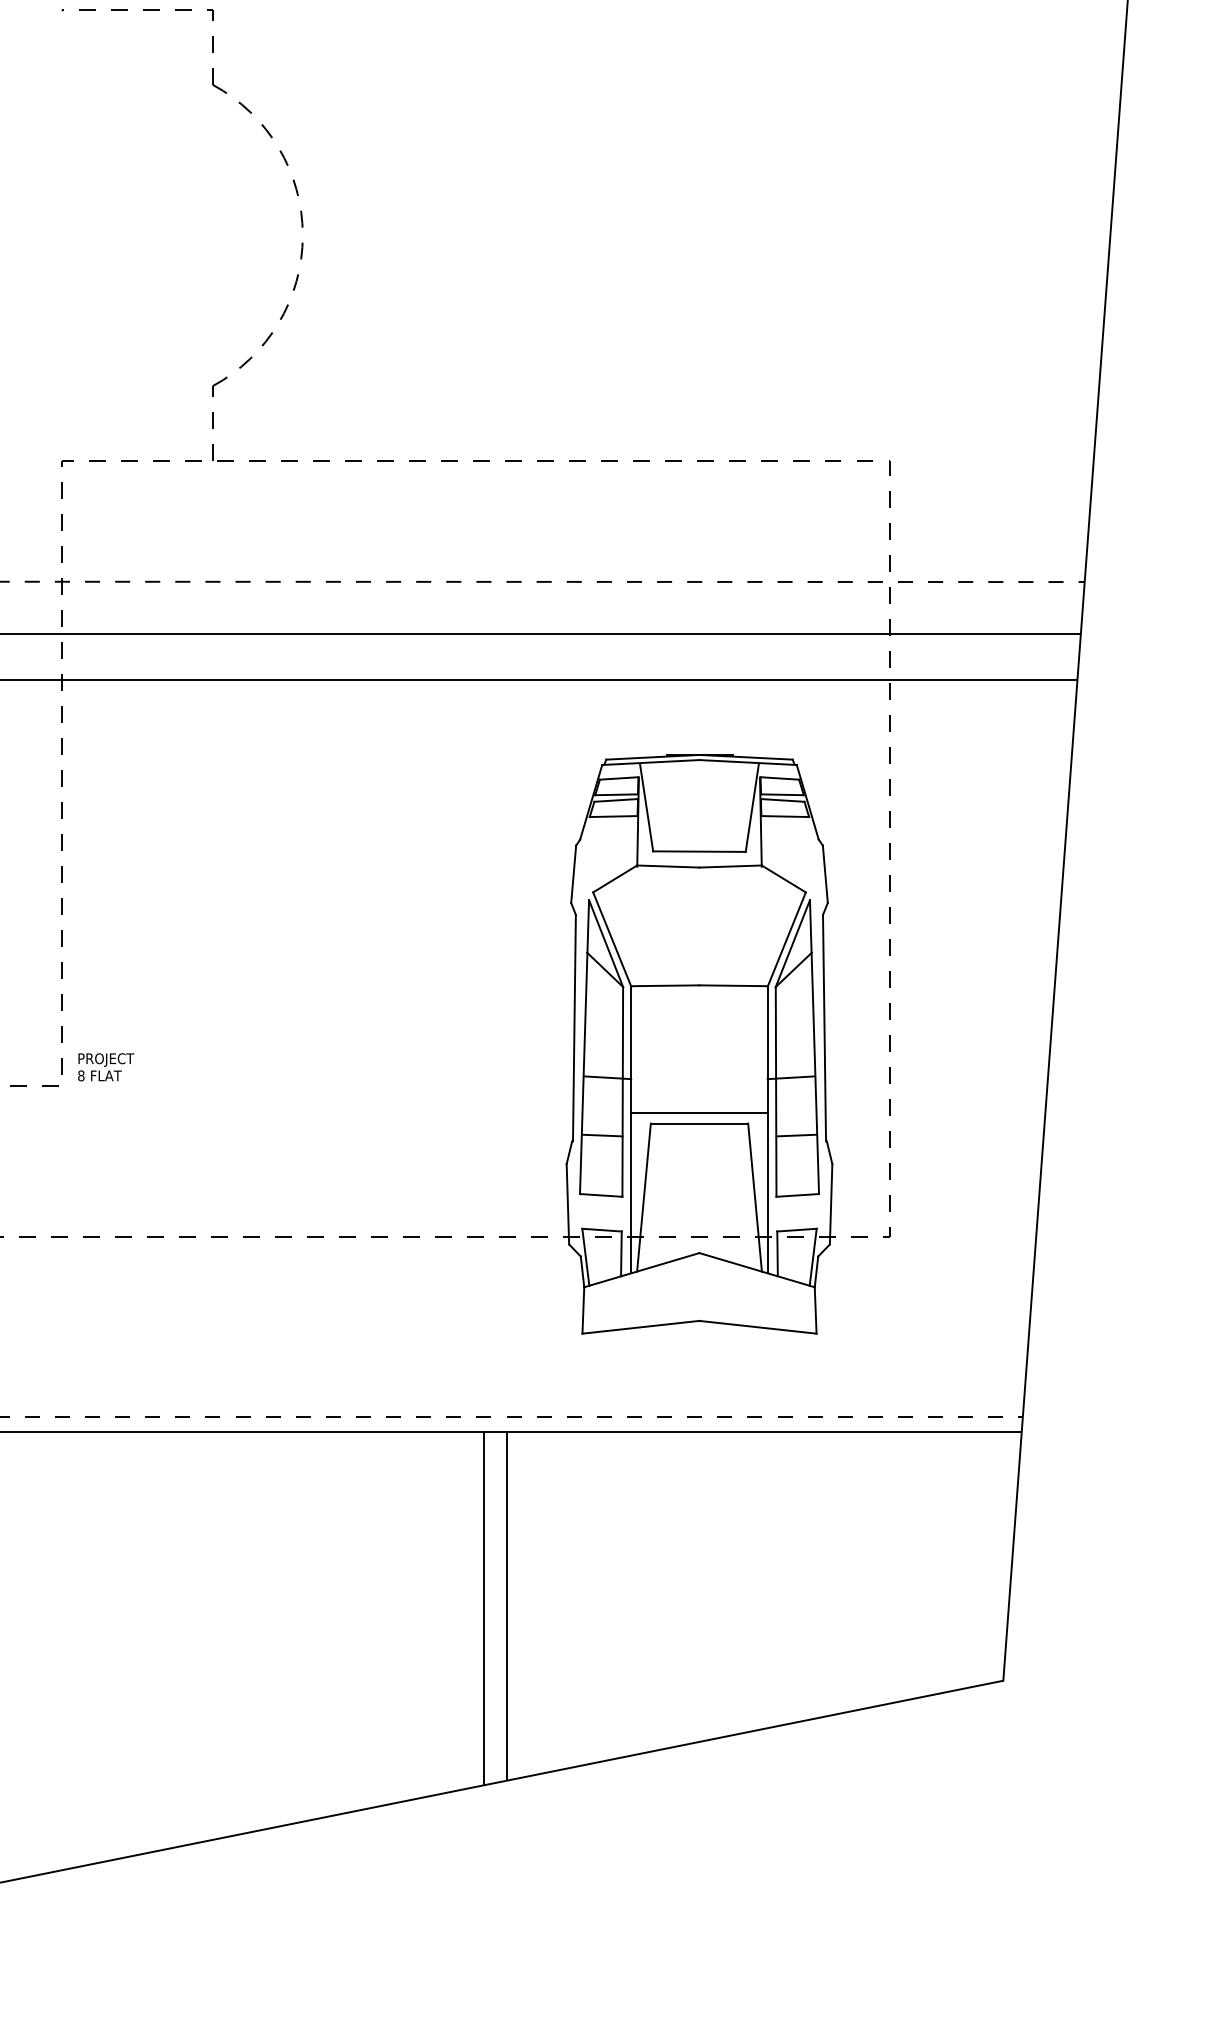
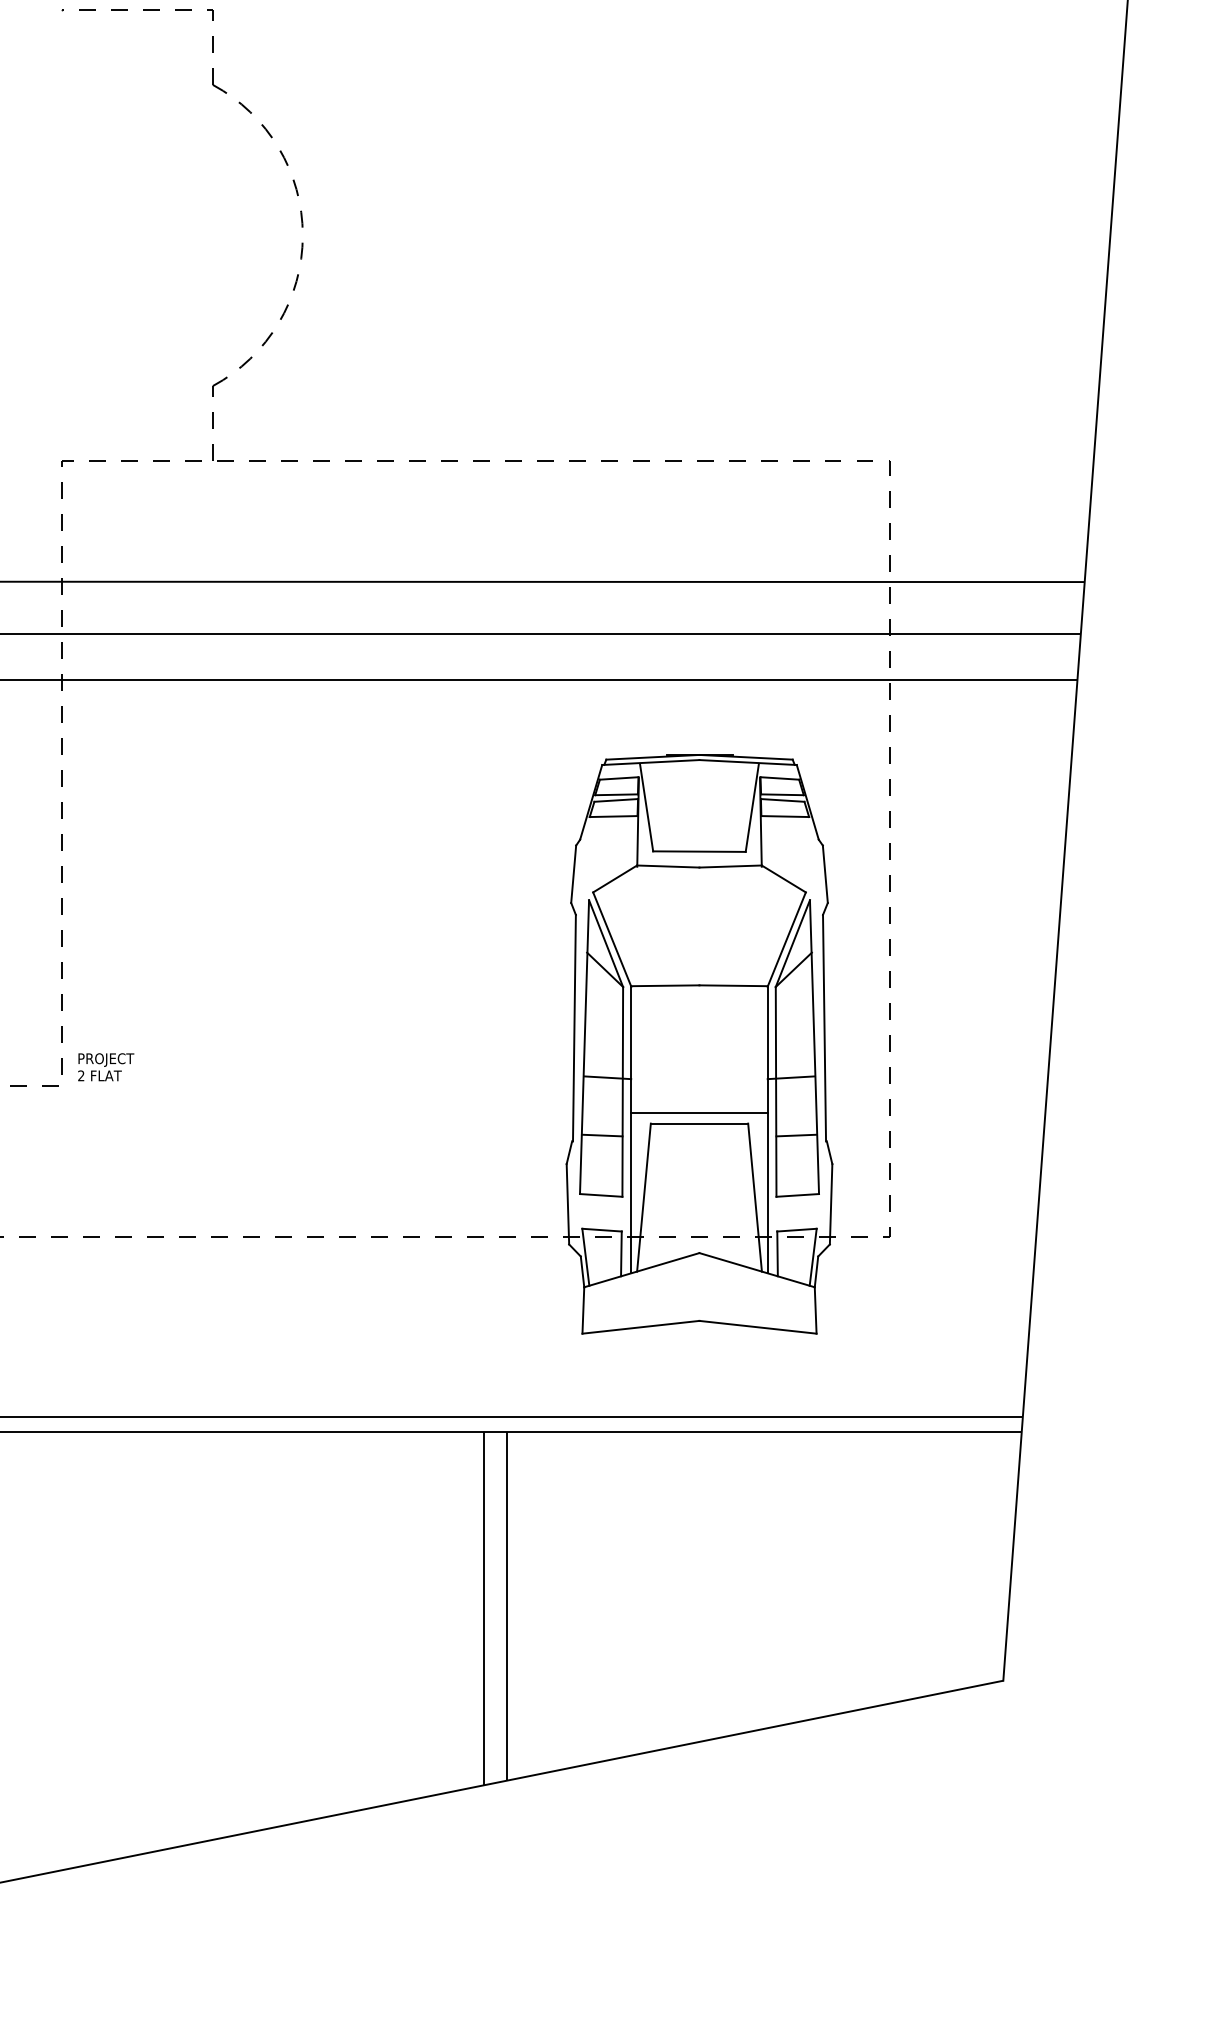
line at (543, 581): dashed -> solid
text at (81, 1075): 8 -> 2
line at (512, 1417): dashed -> solid
